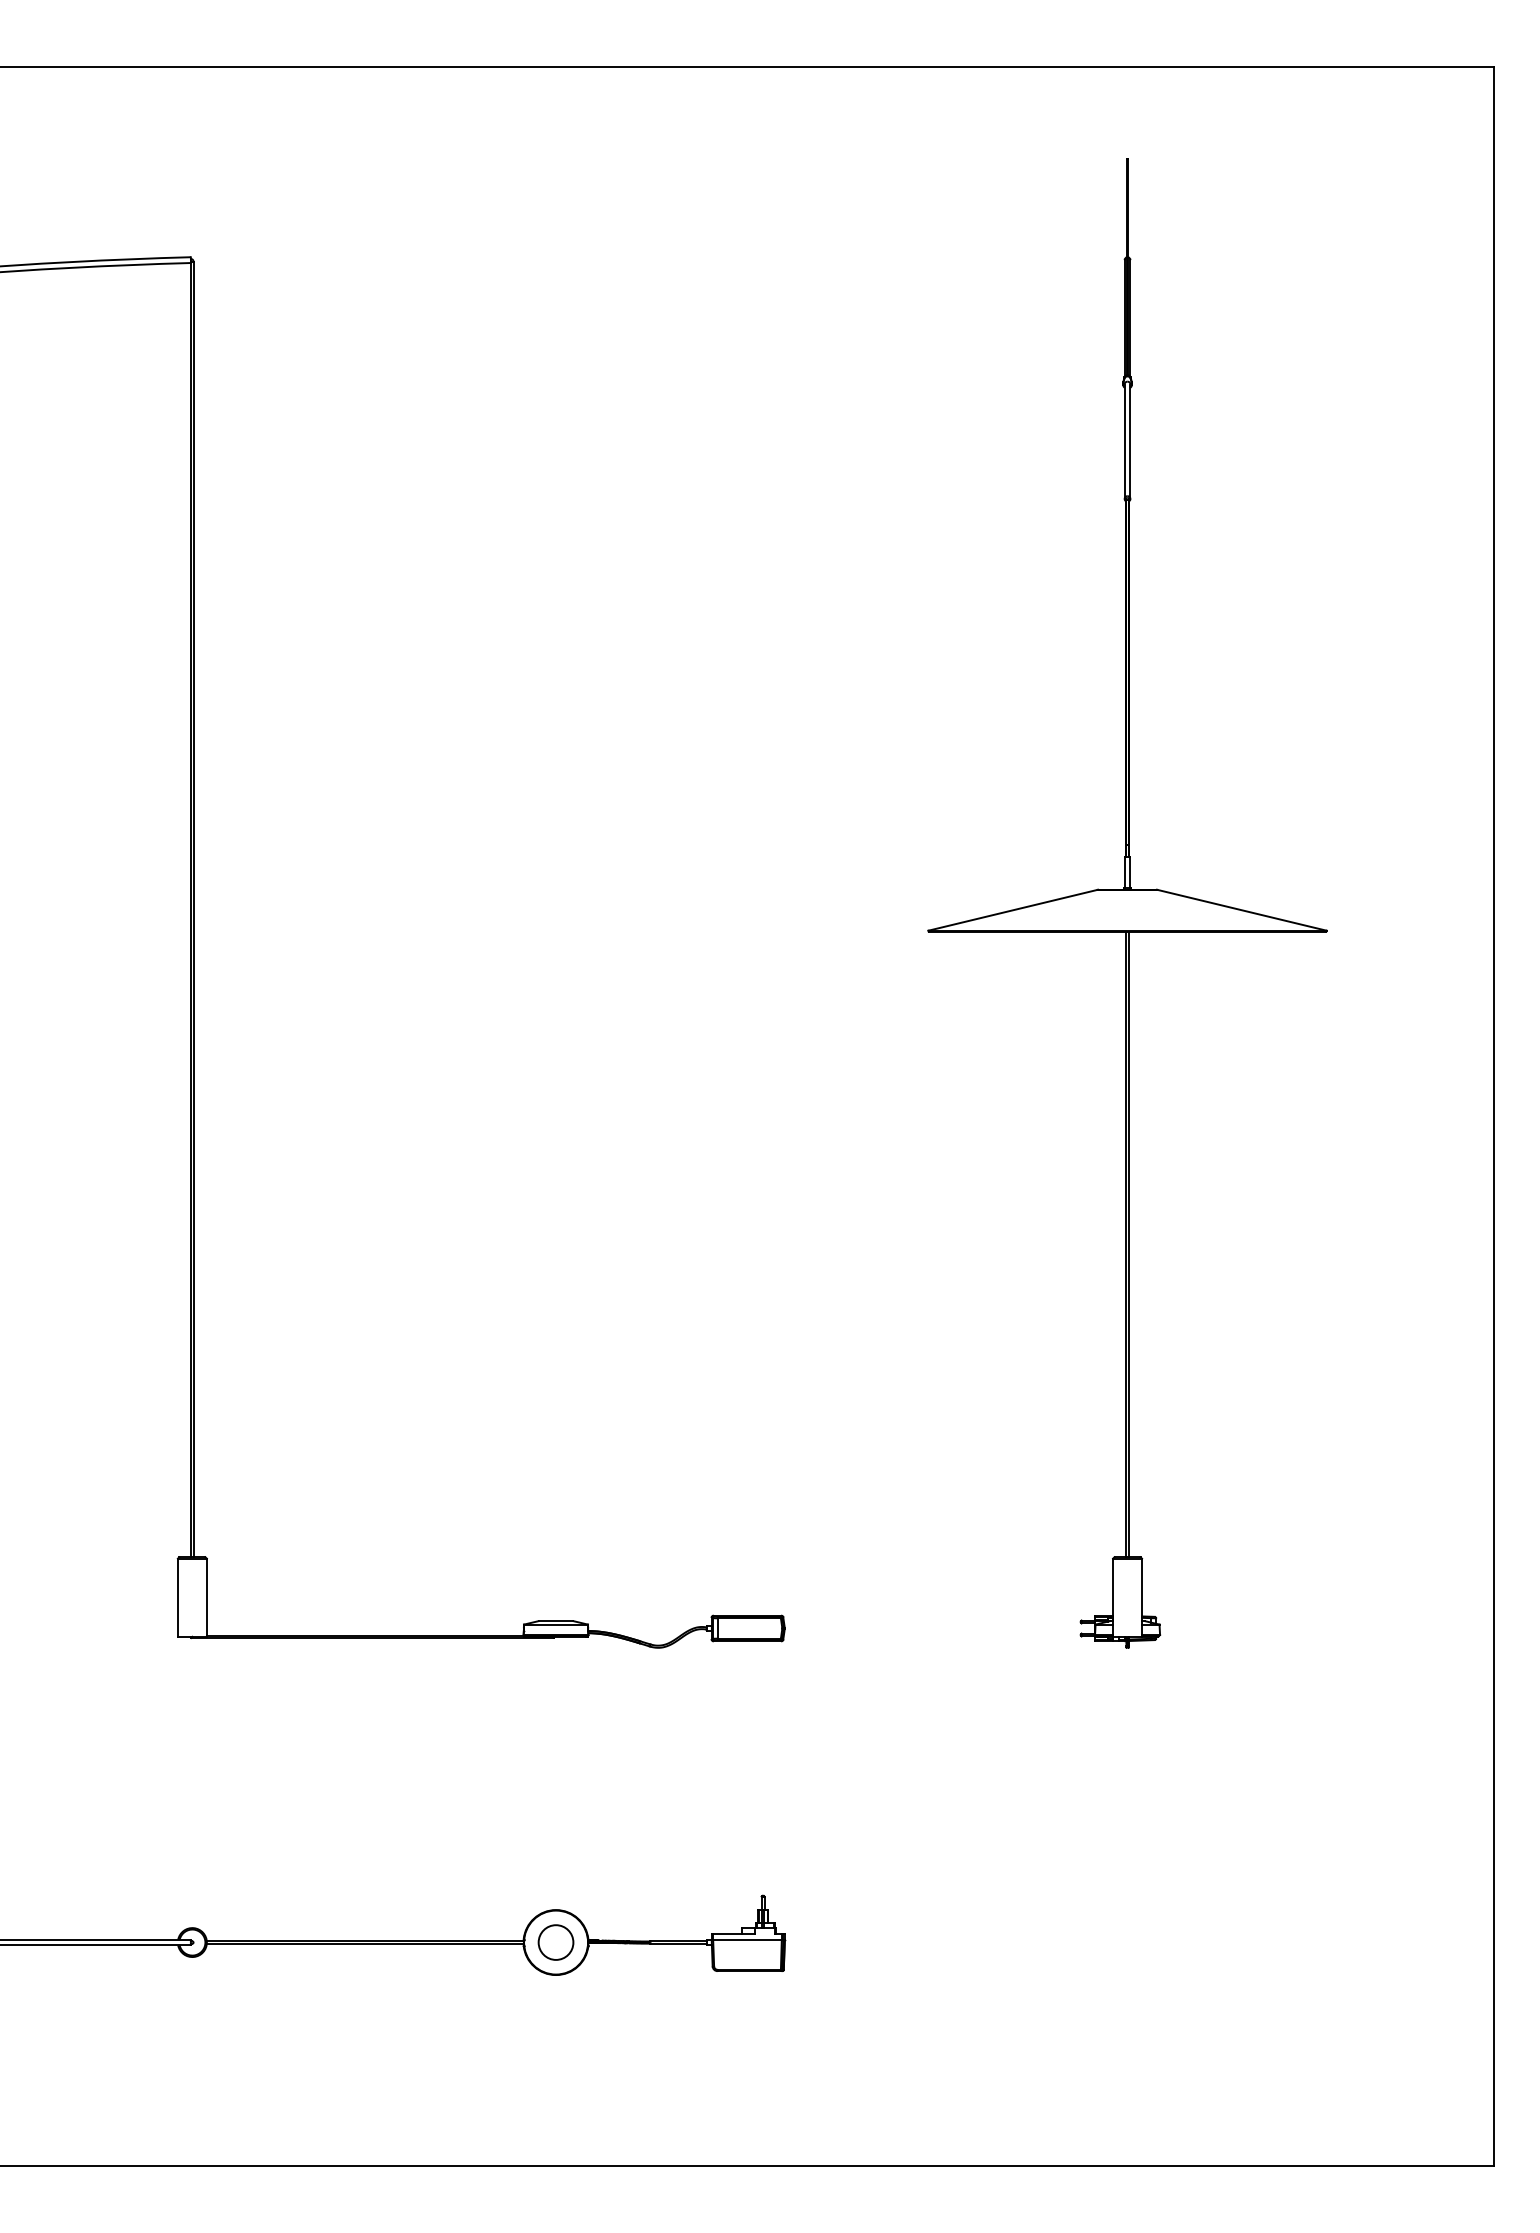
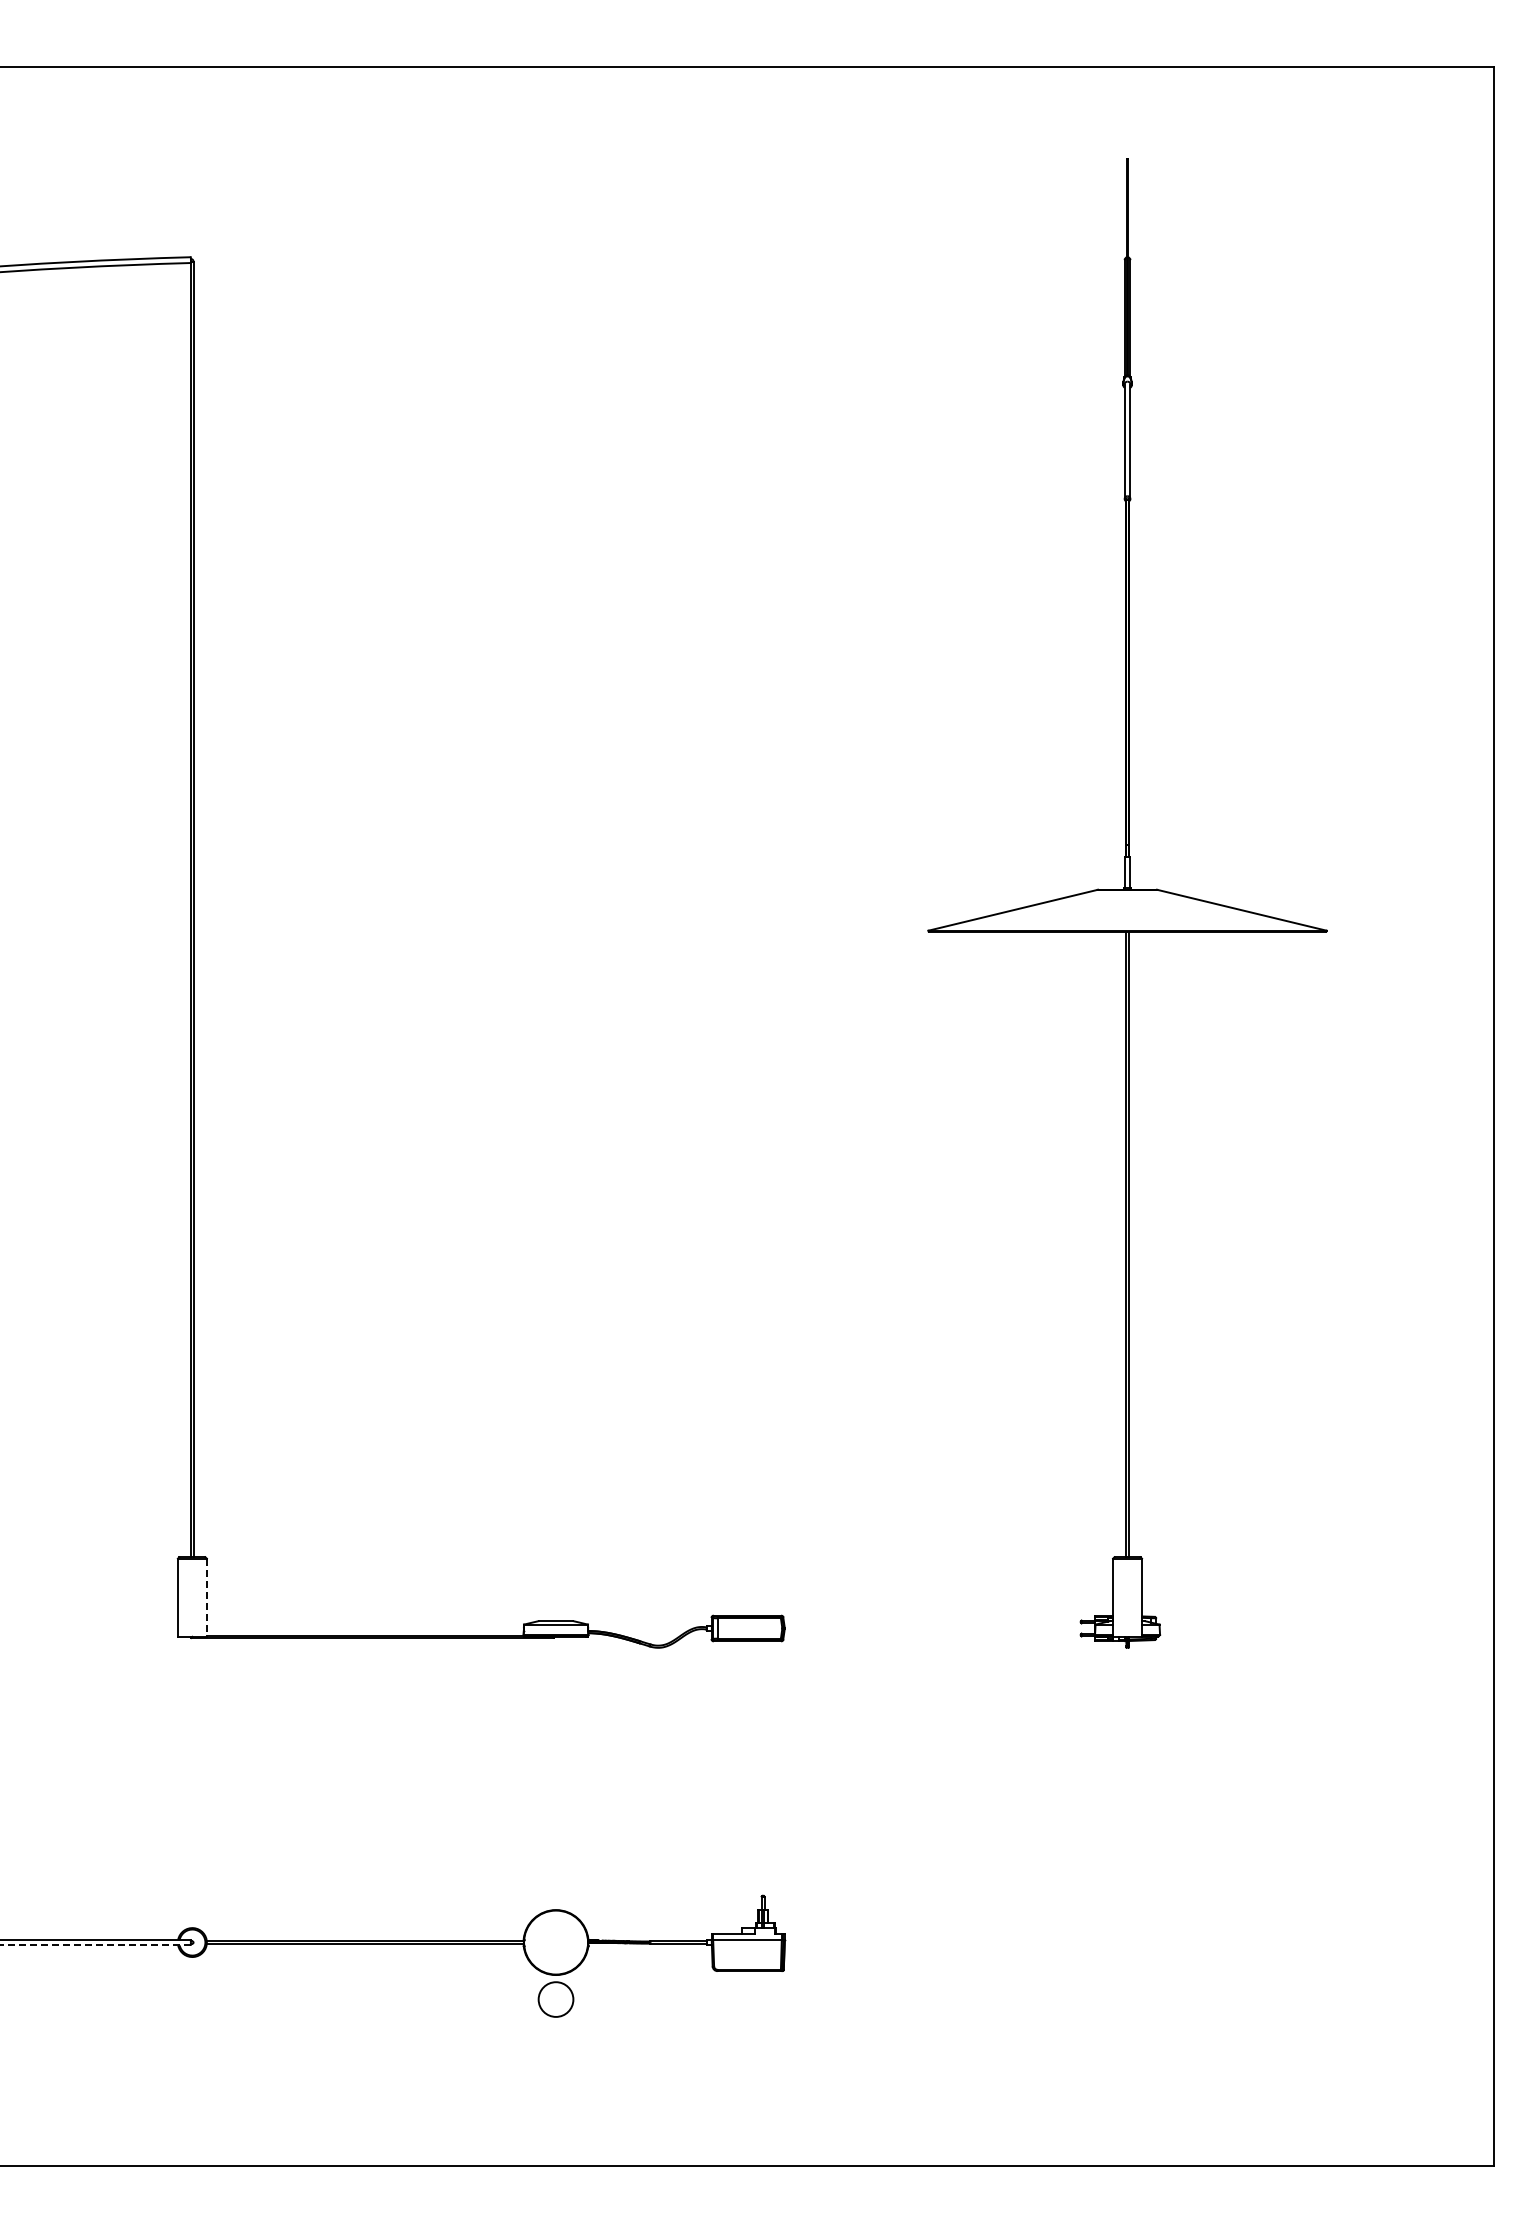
line at (206, 1597): solid -> dashed
circle at (555, 1942) position: (555, 1942) -> (555, 1999)
line at (95, 1945): solid -> dashed
